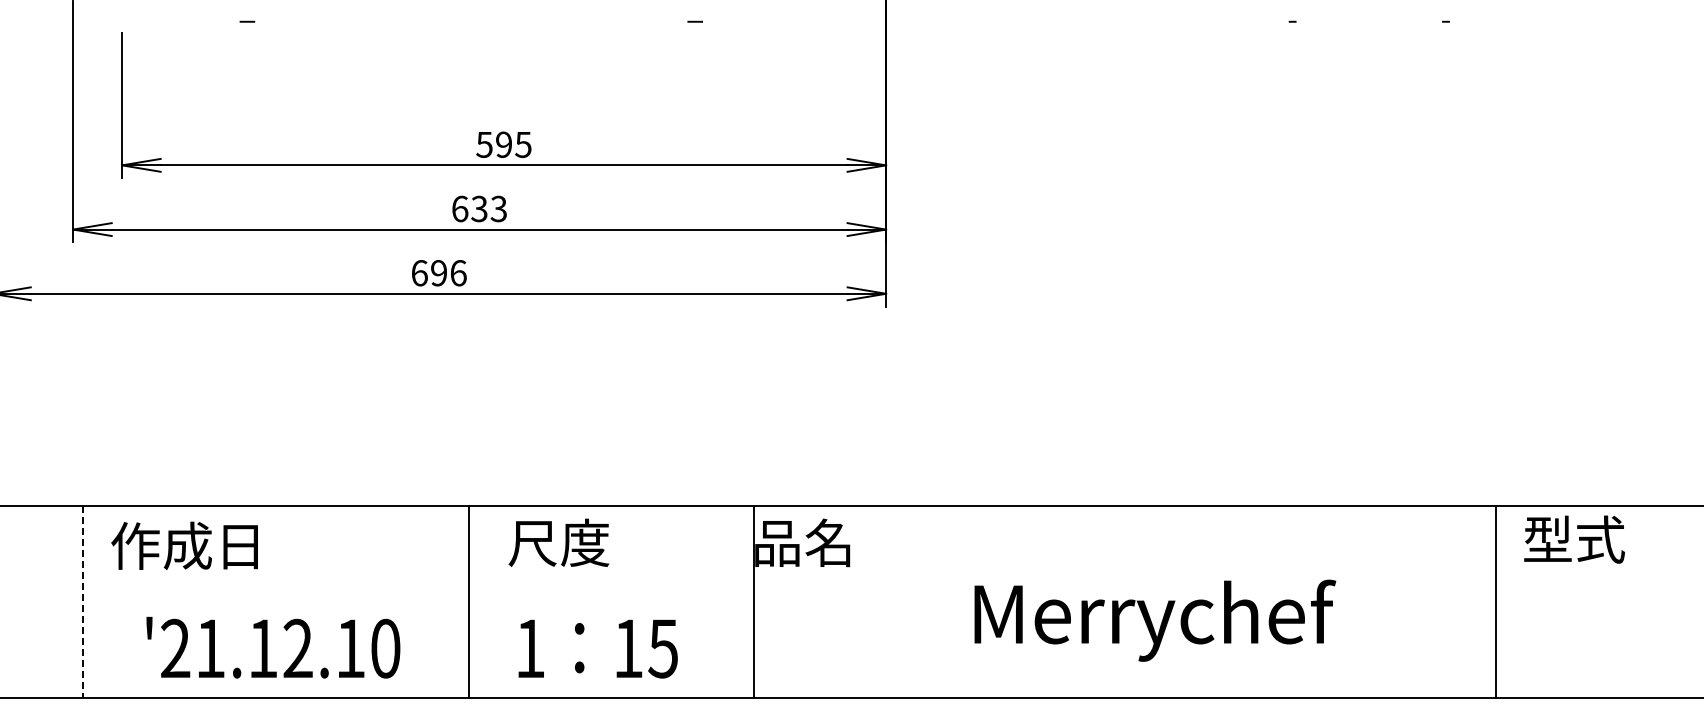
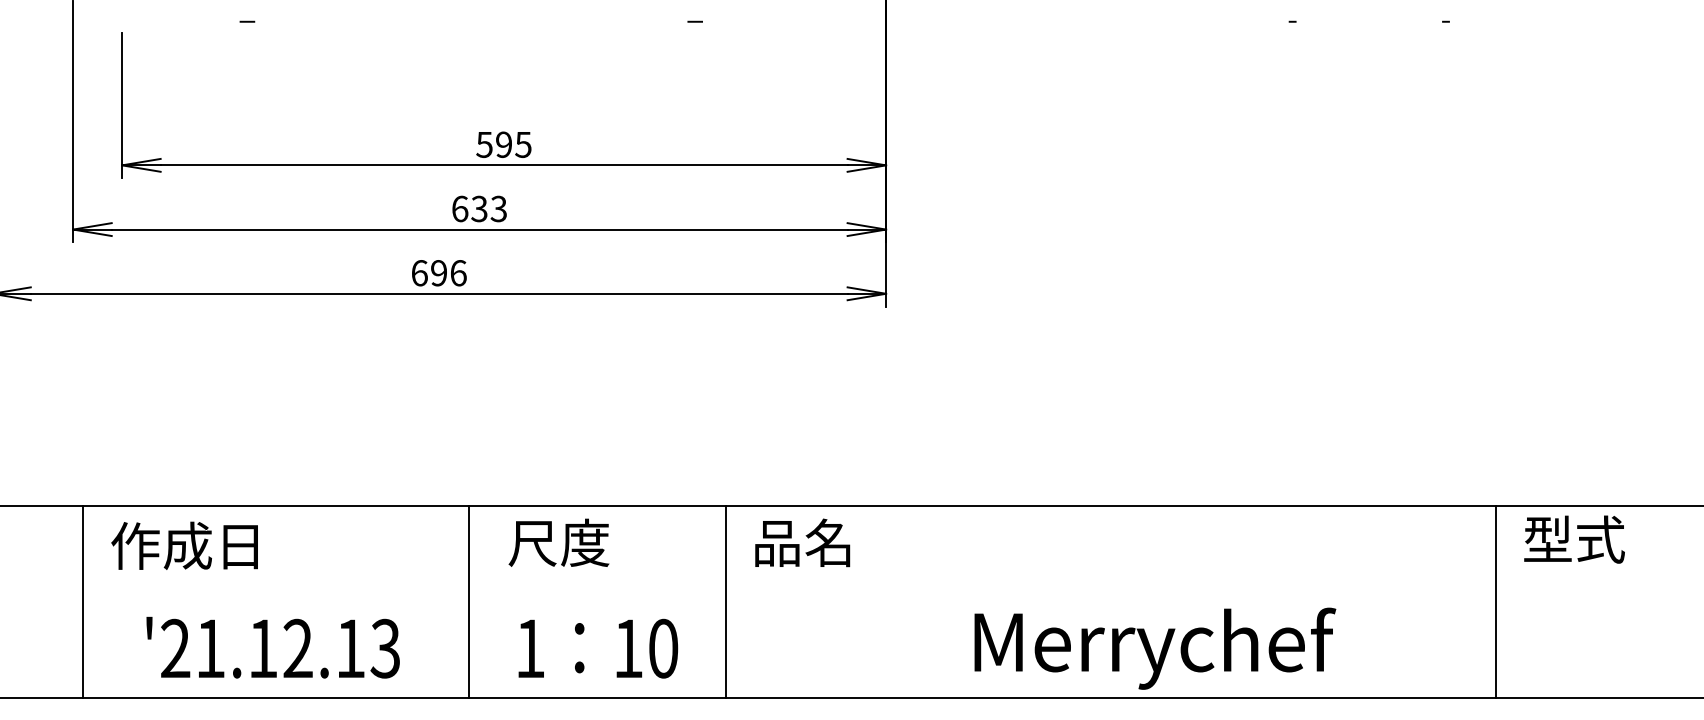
line at (753, 601) position: (753, 601) -> (725, 601)
line at (83, 602): dashed -> solid
text at (1155, 620) position: (1155, 620) -> (1155, 648)
text at (385, 648): '21.12.10 -> '21.12.13
text at (663, 648): 15 -> 10
